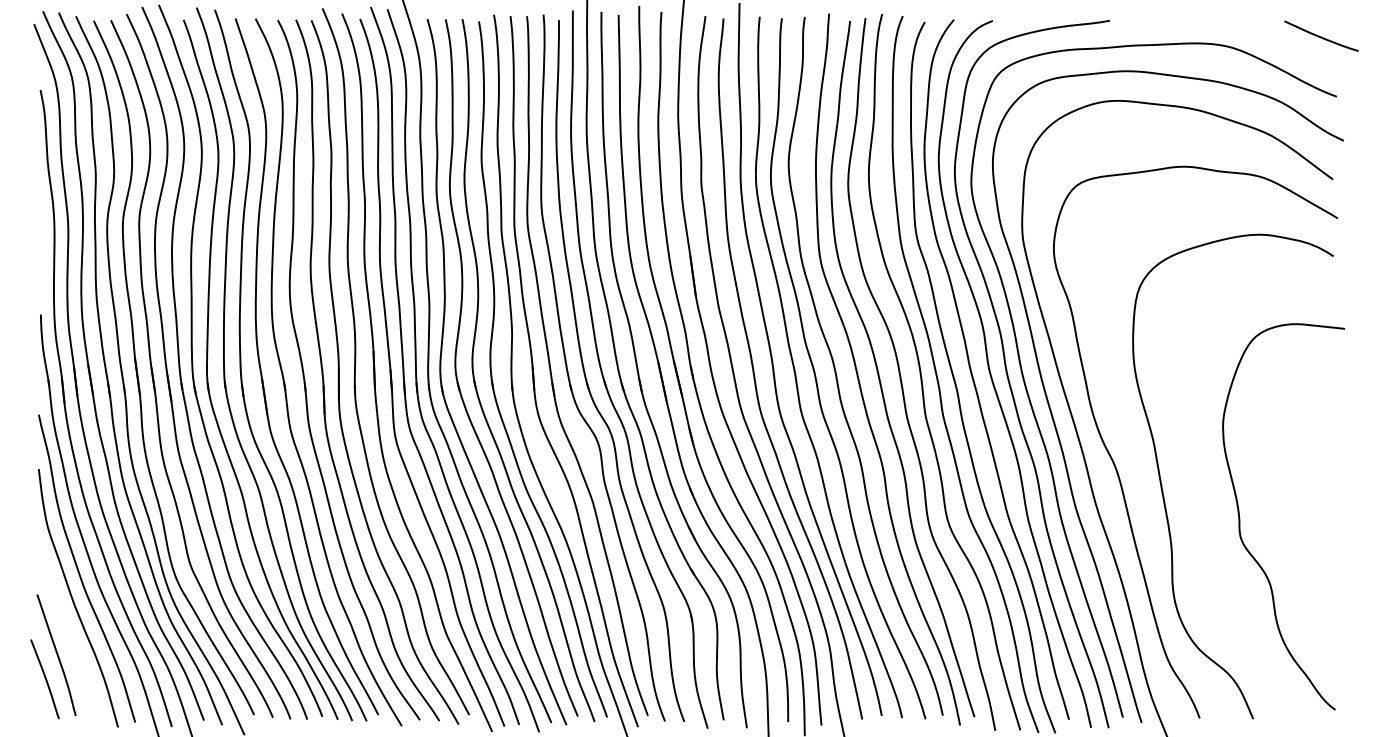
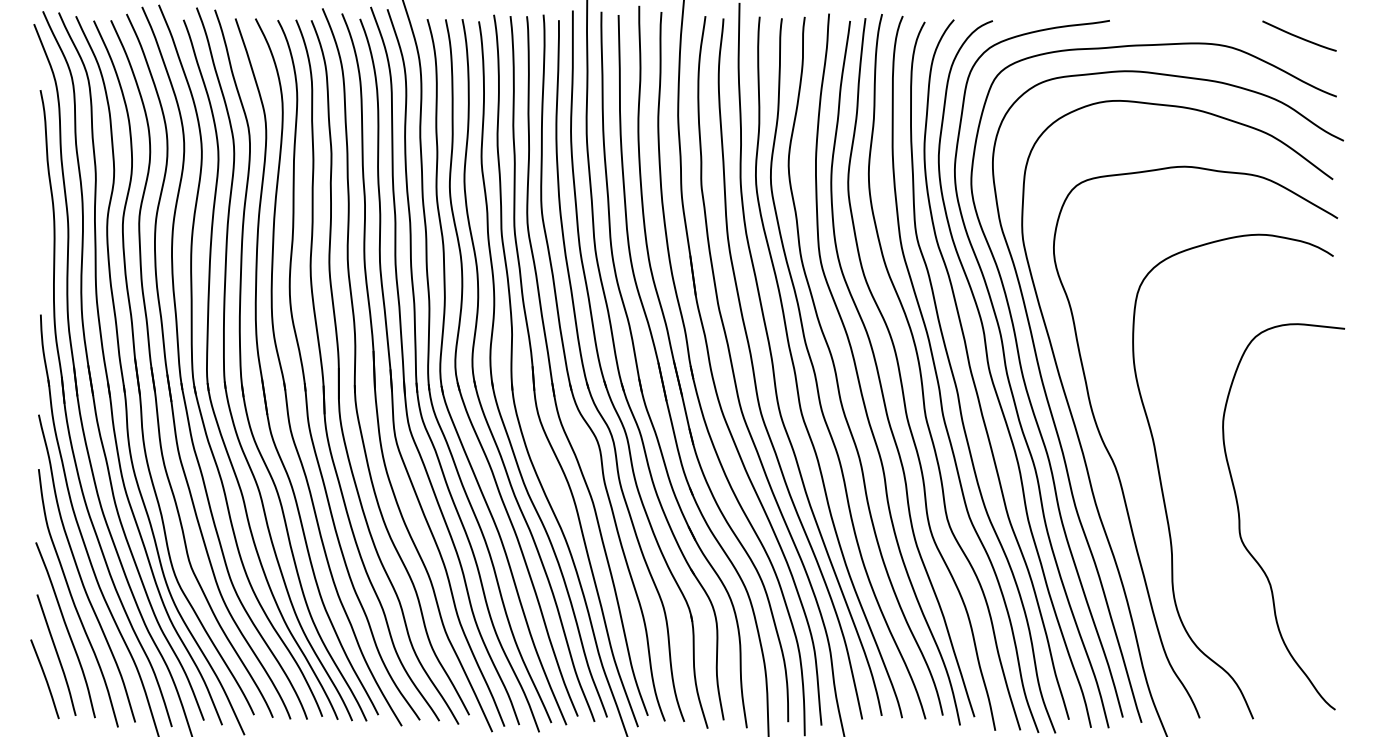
curve at (1321, 36) position: (1321, 36) -> (1299, 36)
curve at (66, 630): none -> present
